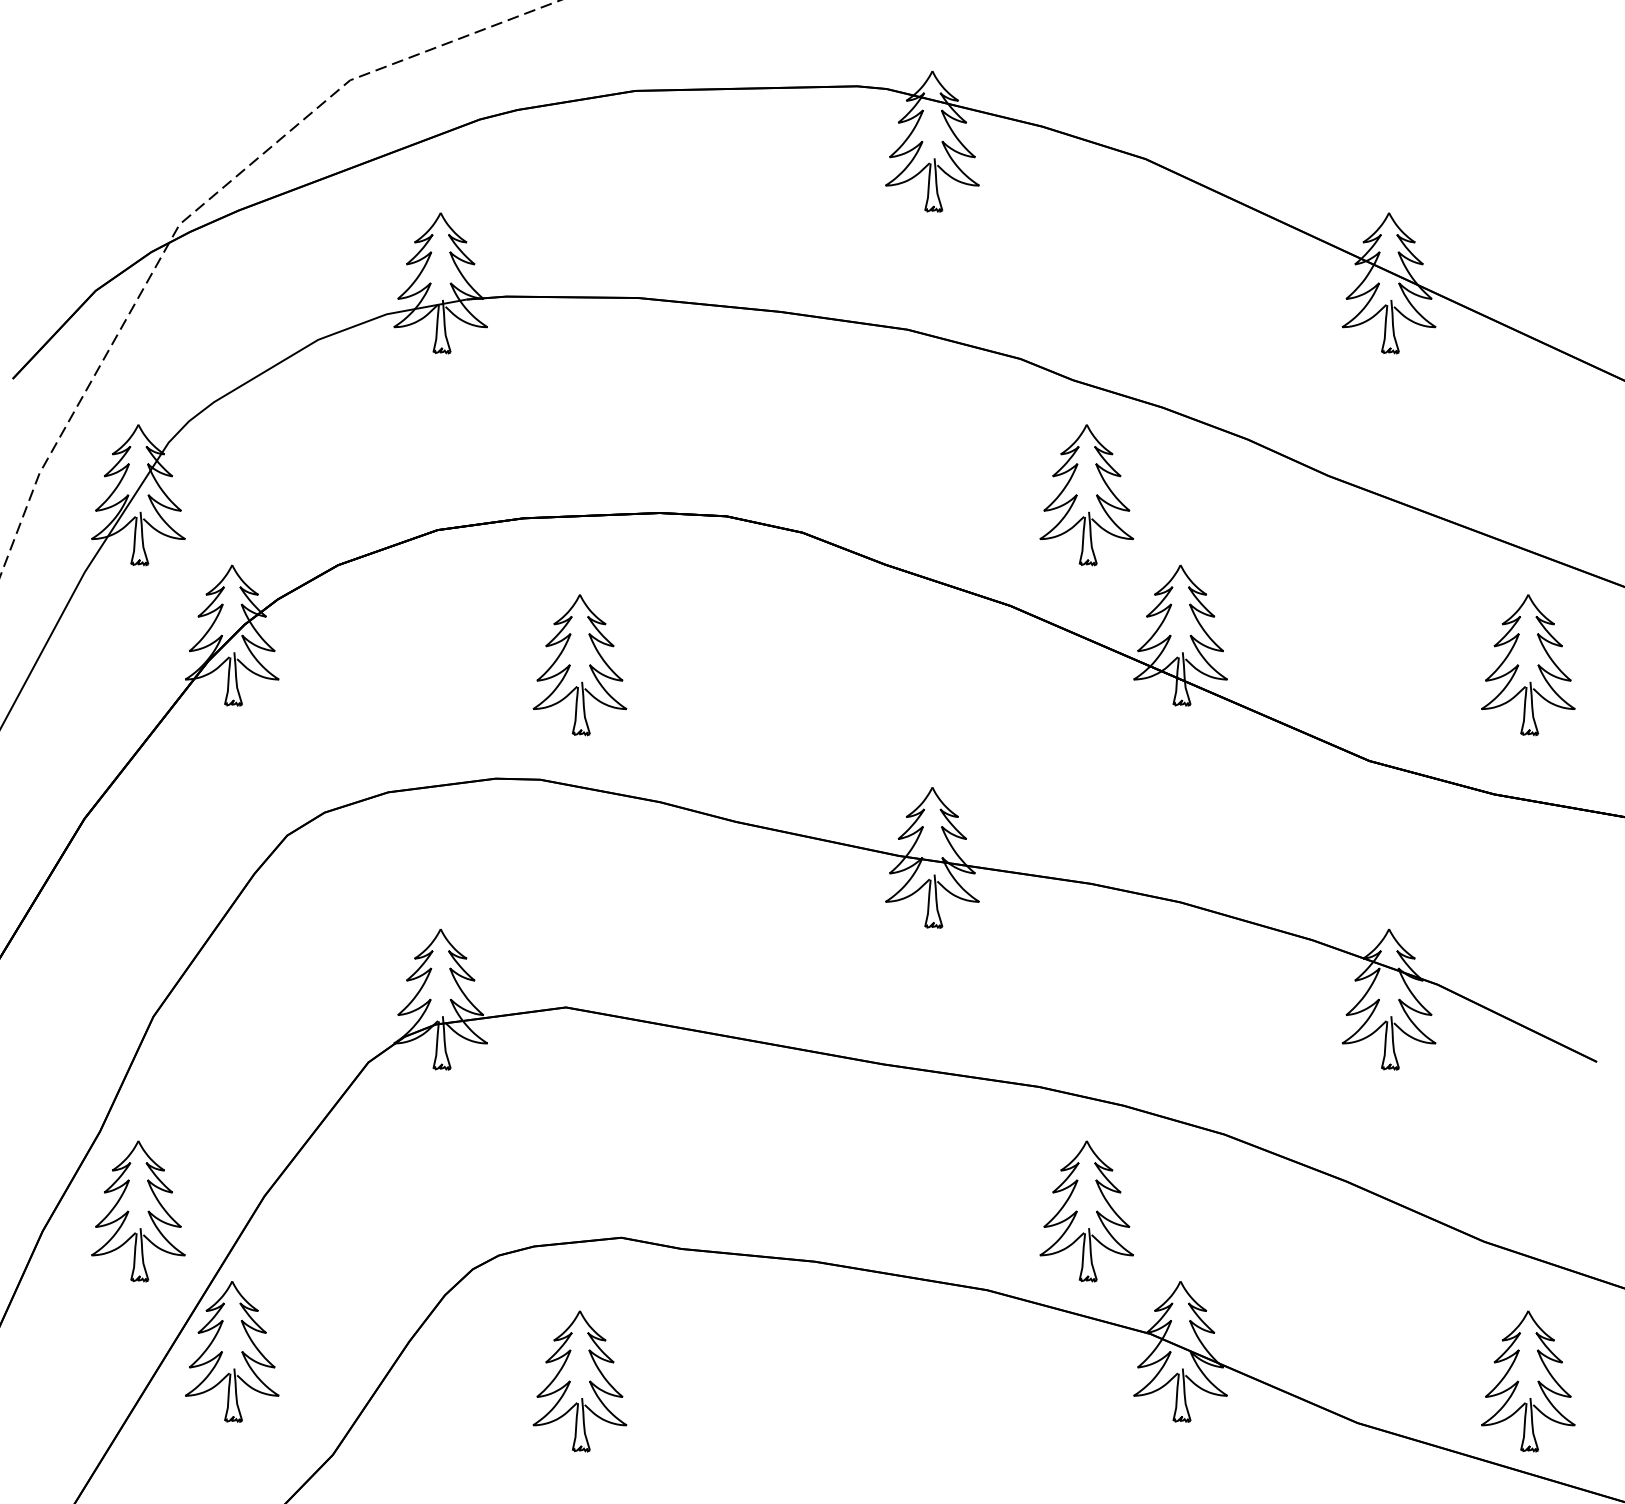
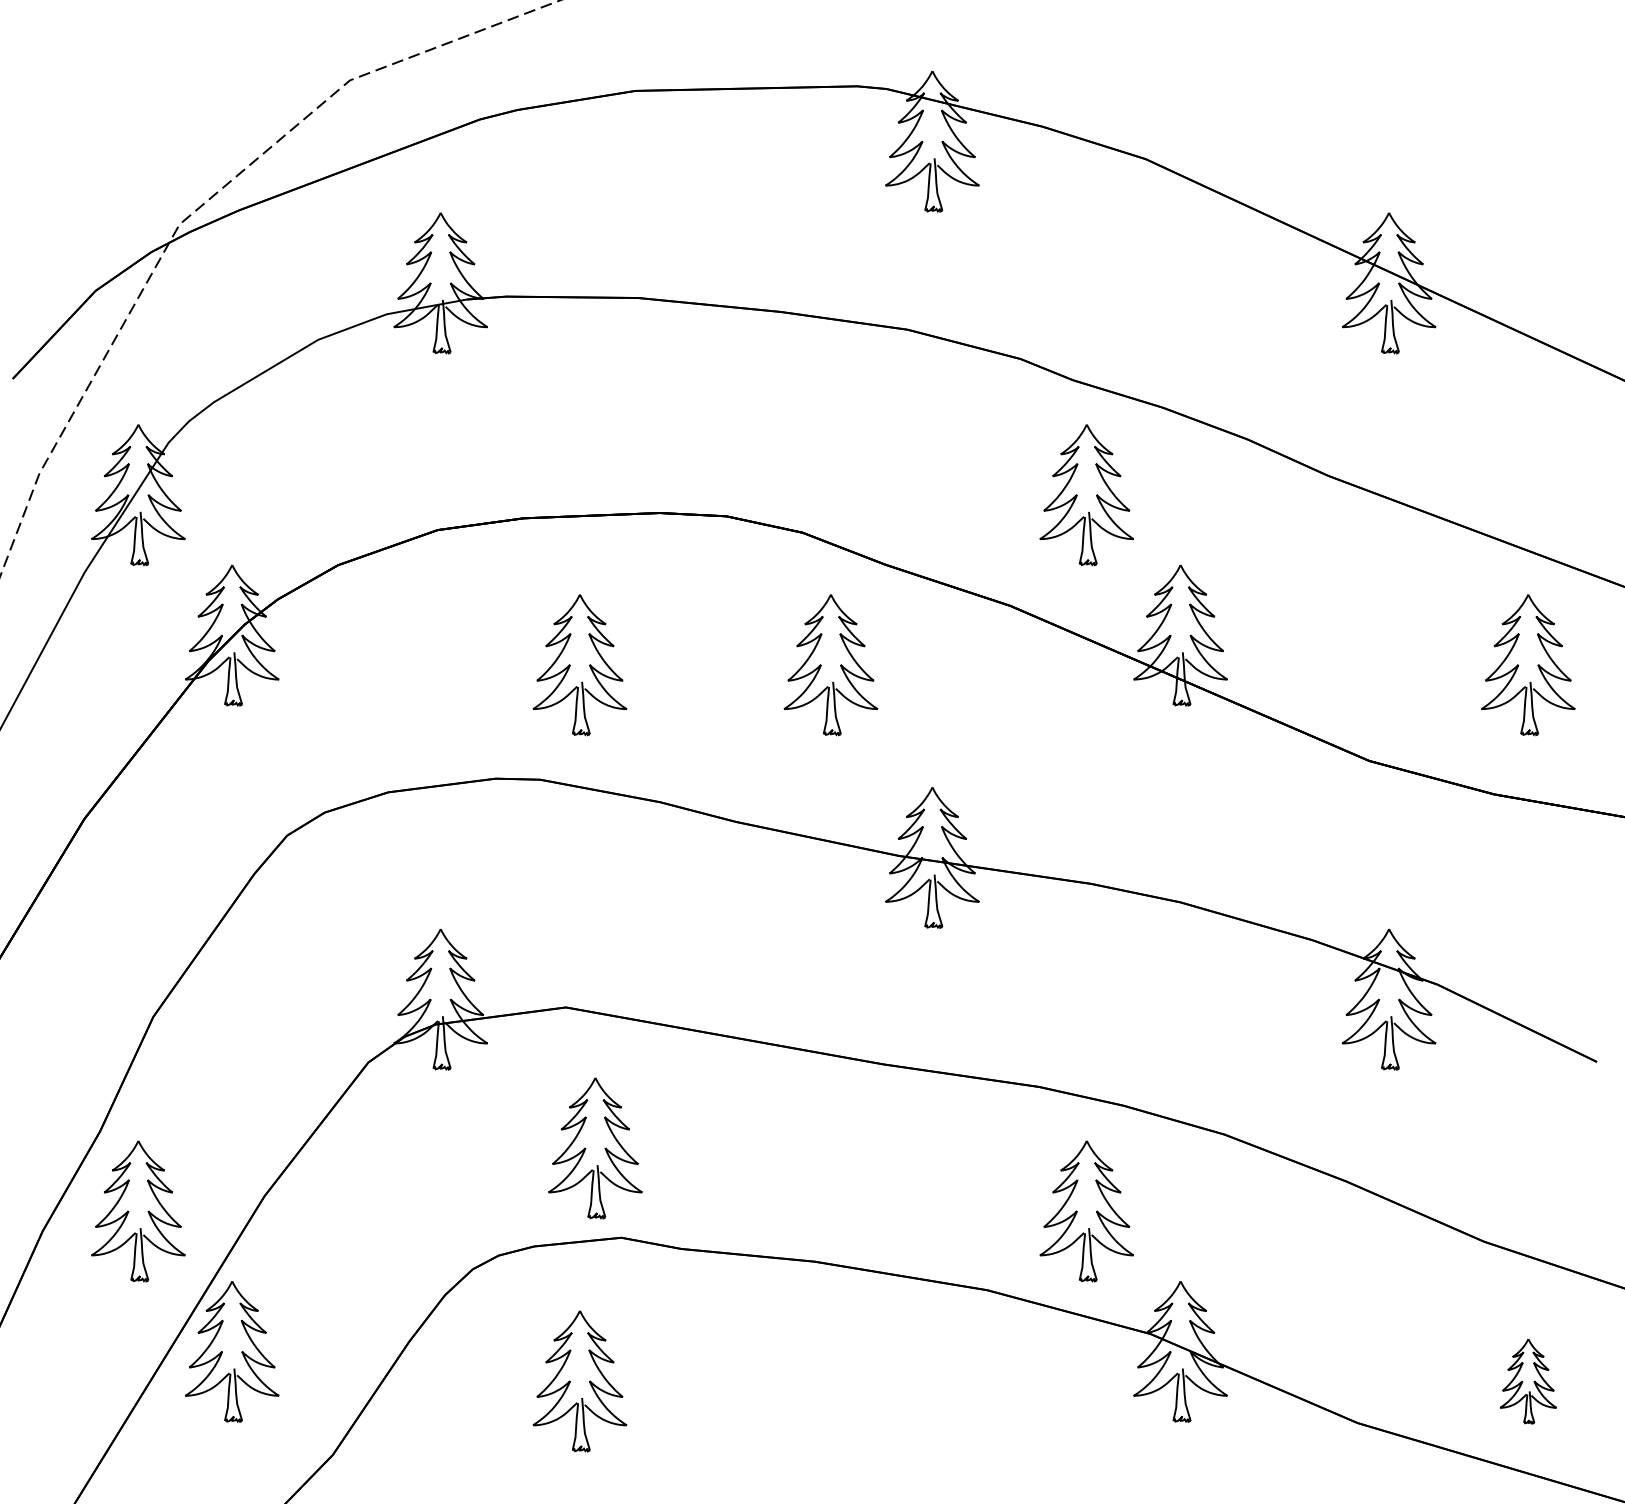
part at (830, 665): none -> present
part at (595, 1148): none -> present
part at (1528, 1381) size: 95x143 px -> 57x86 px
